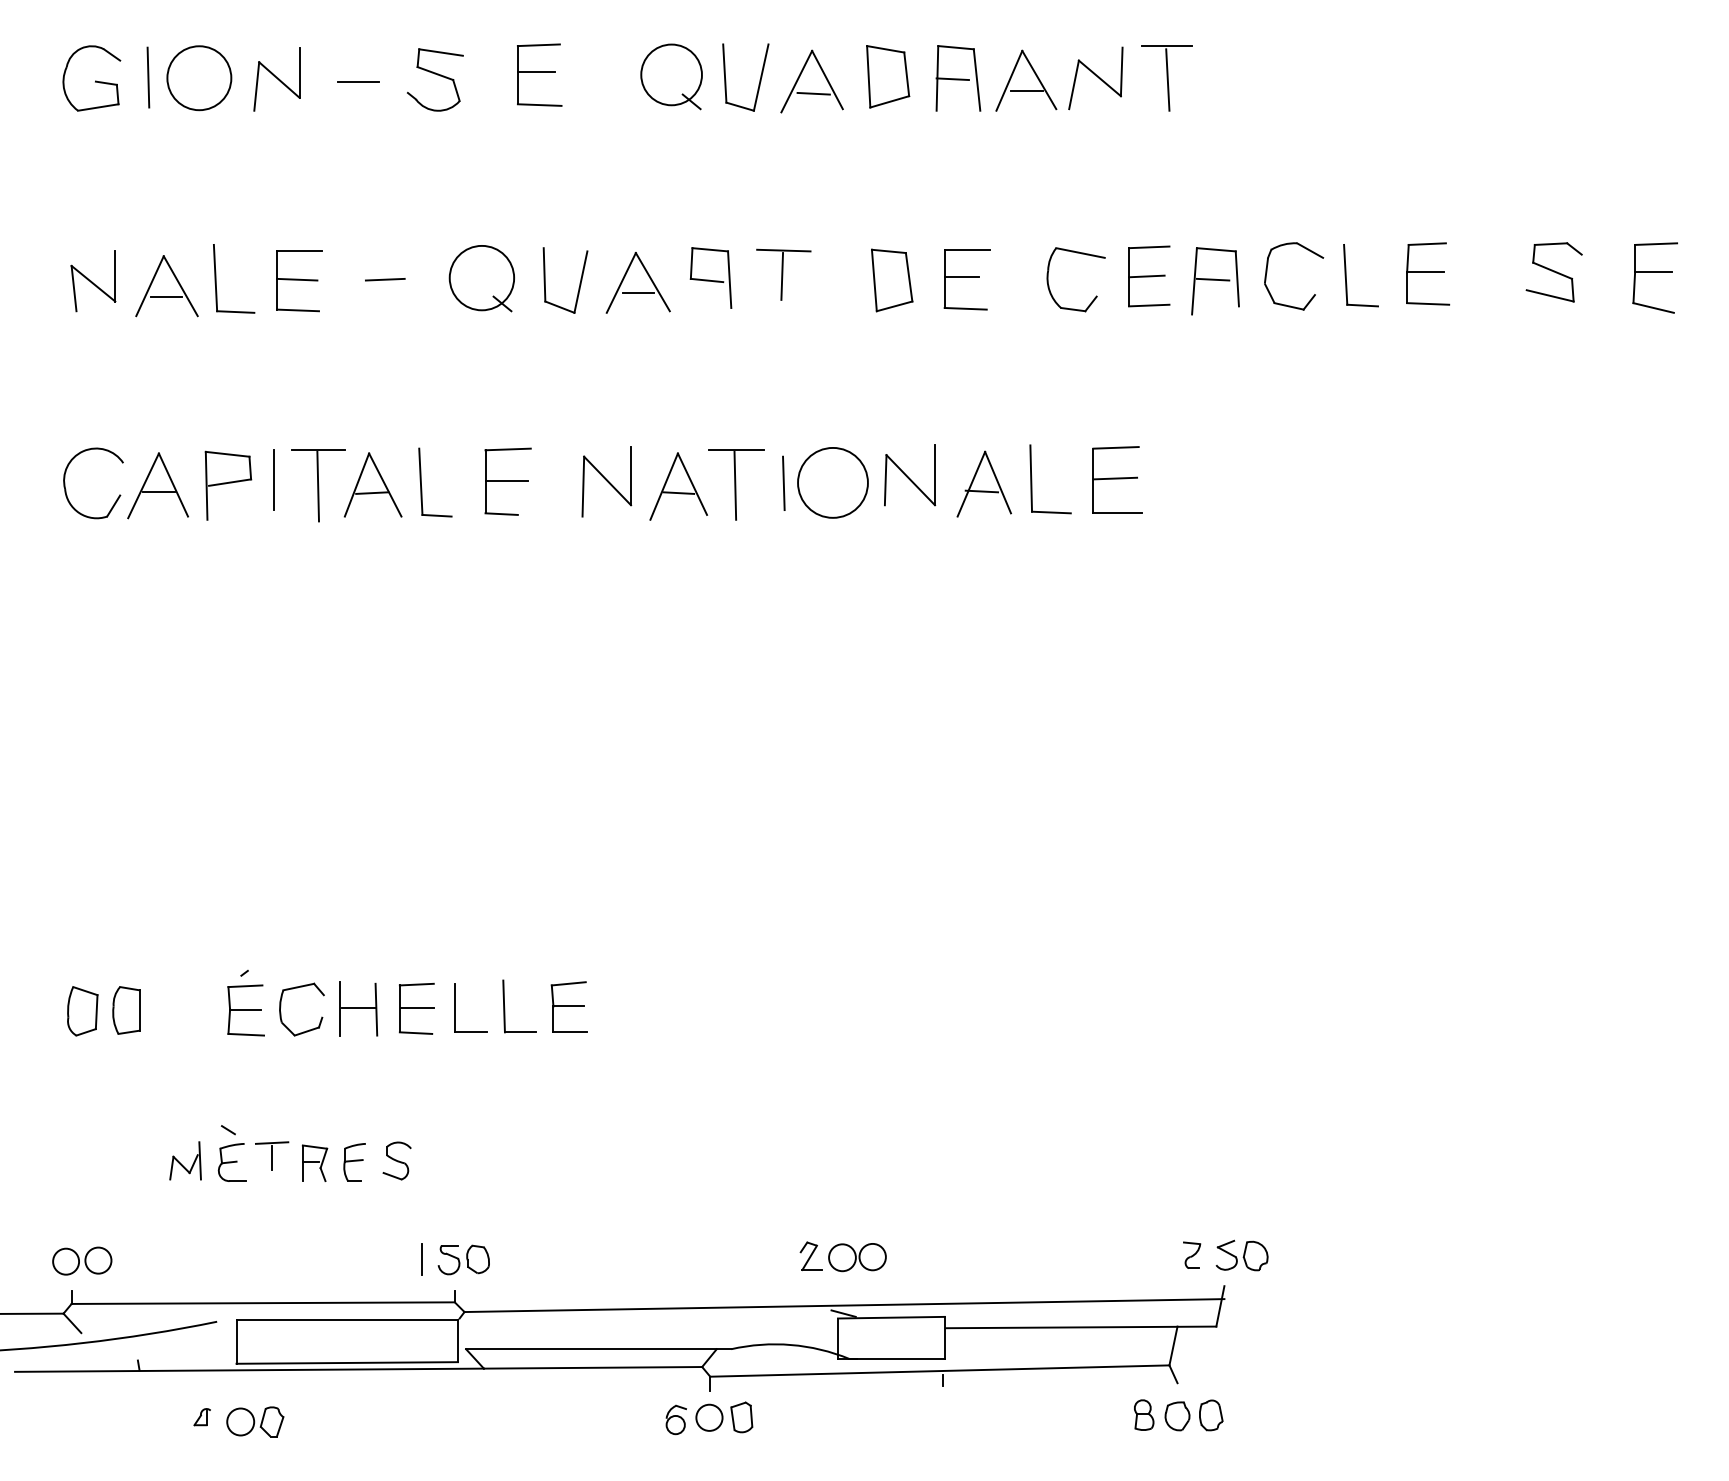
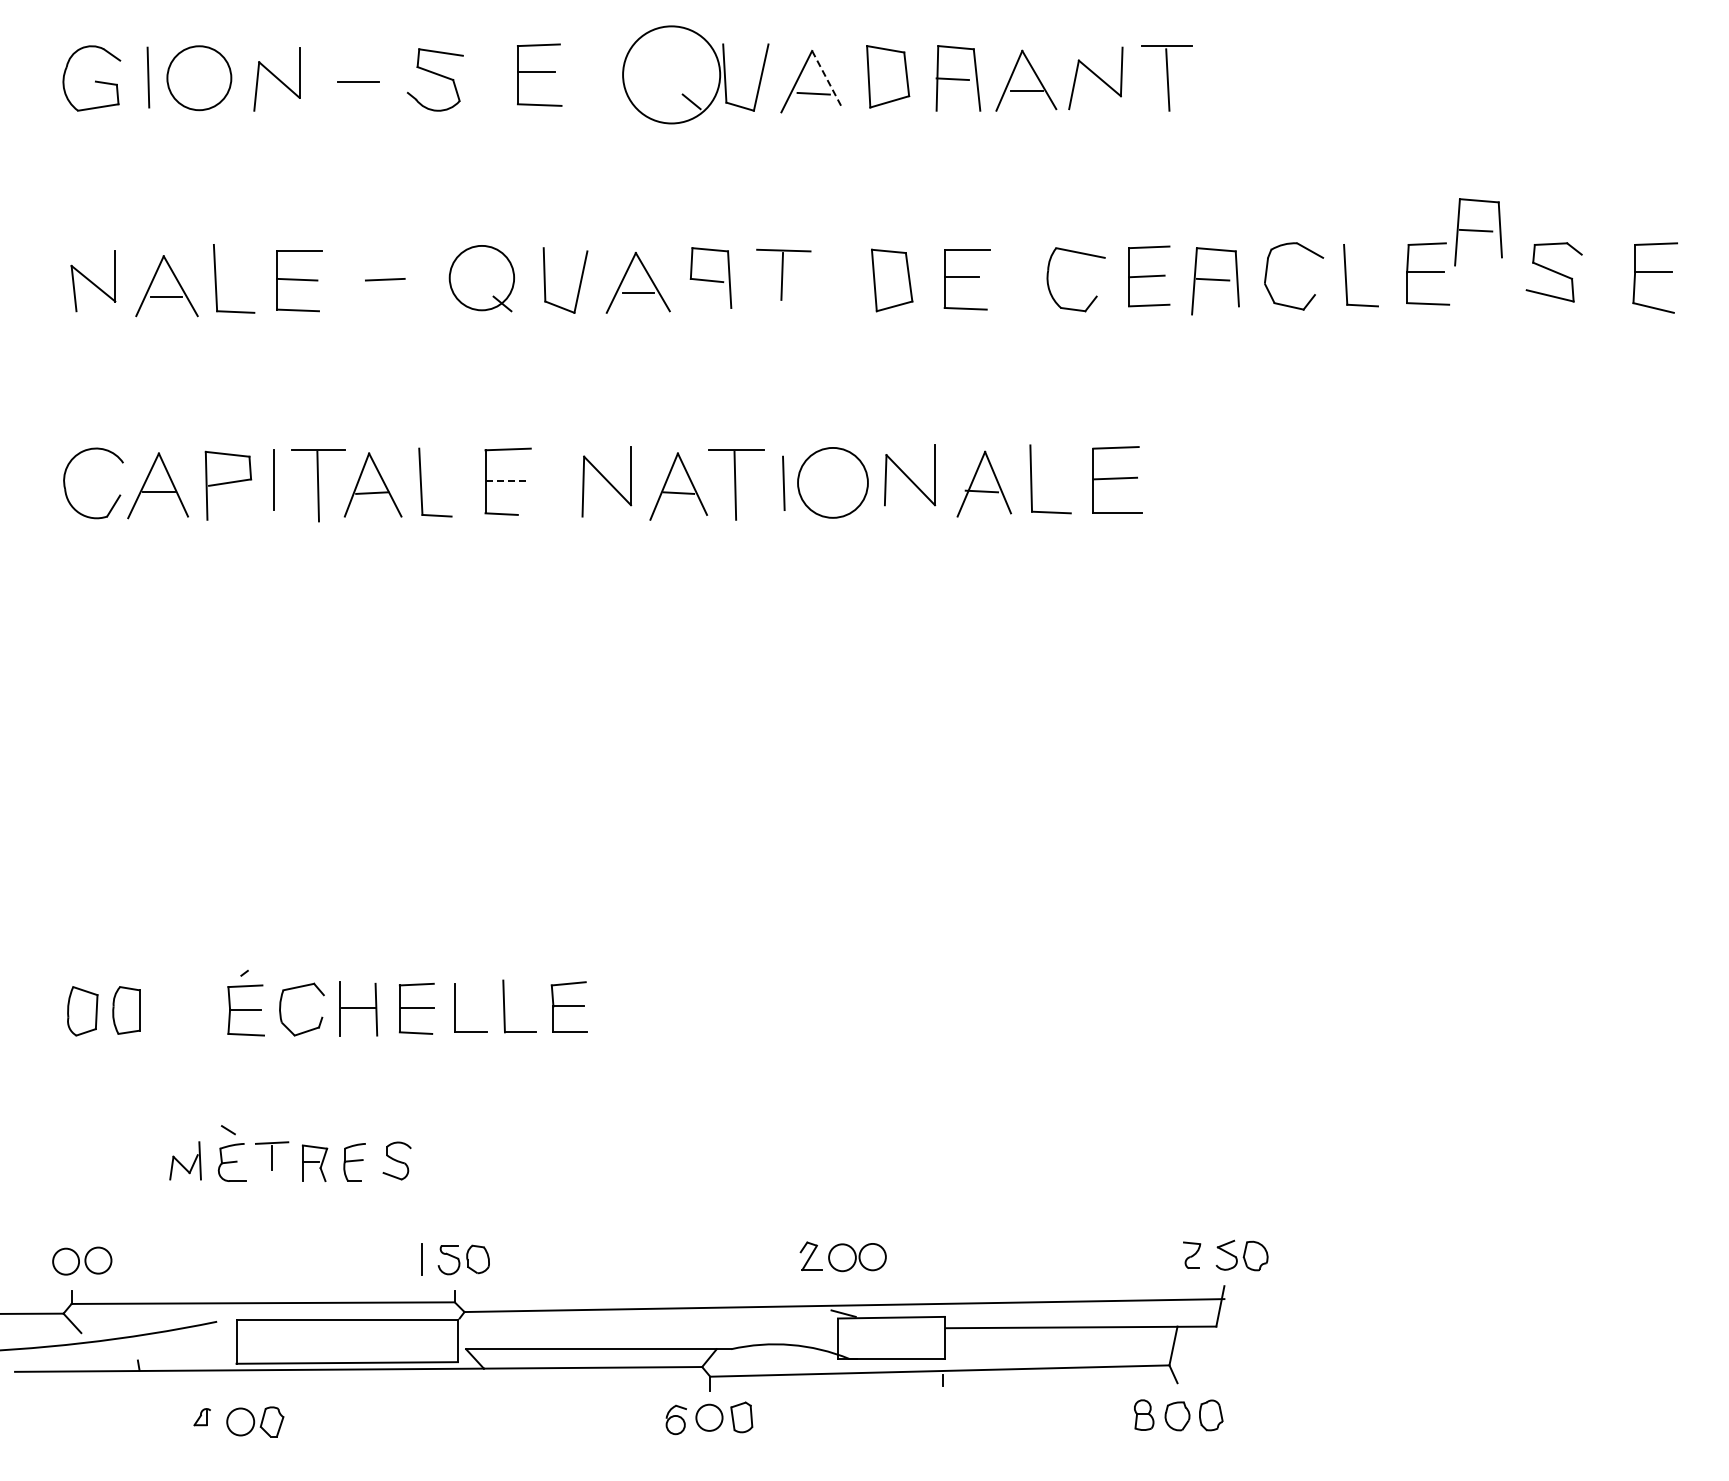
circle at (671, 74) diameter: 61 px -> 97 px
line at (827, 80): solid -> dashed
part at (1478, 232): none -> present
line at (507, 481): solid -> dashed
